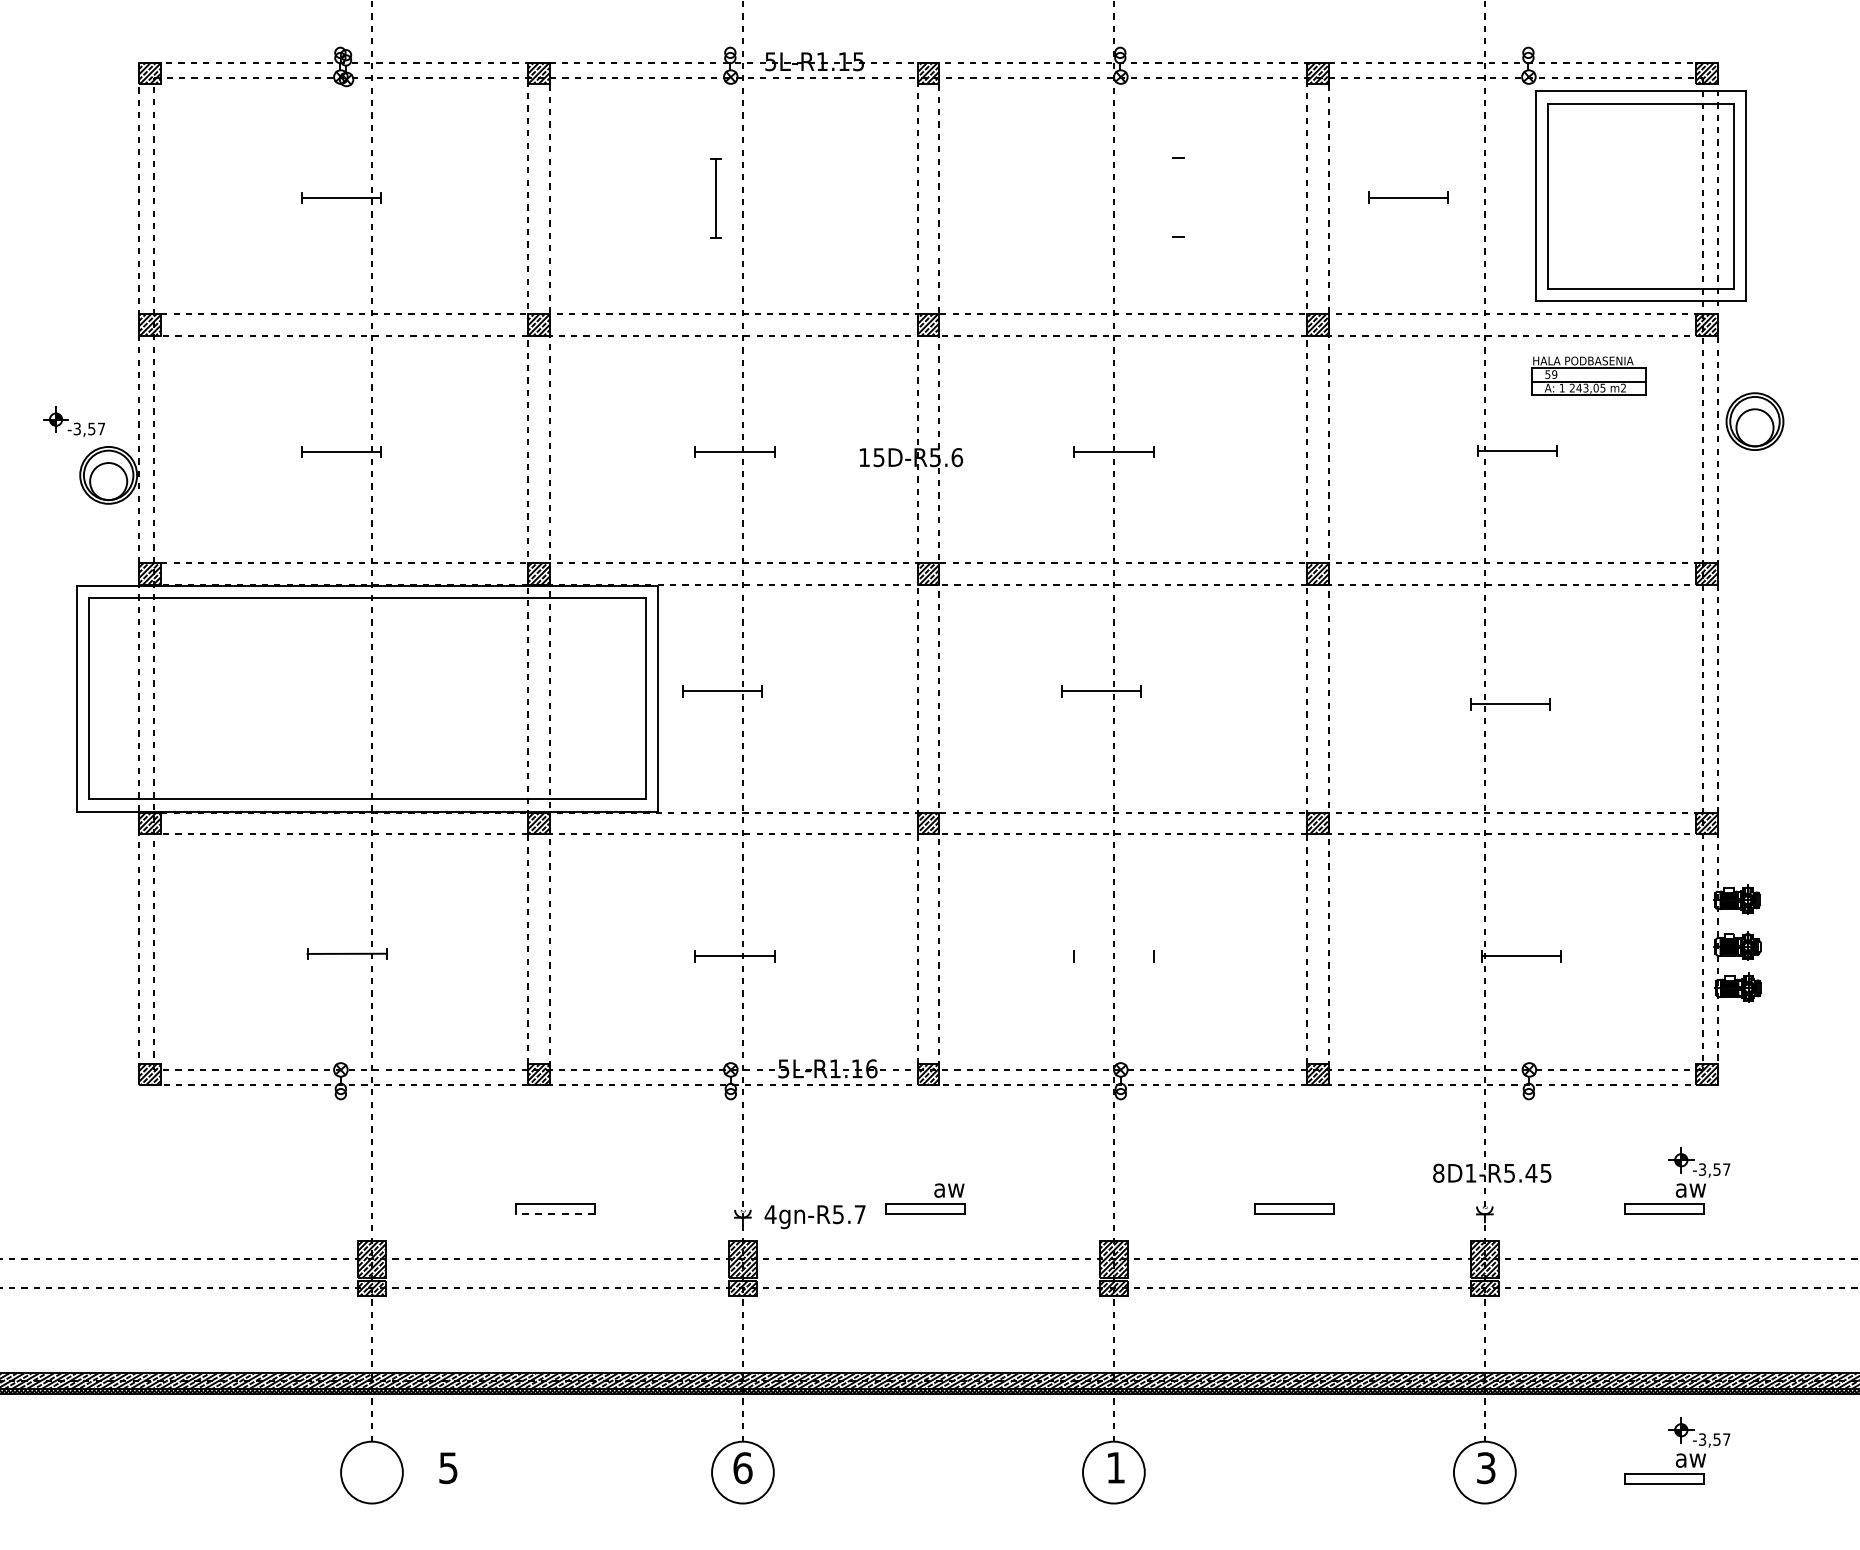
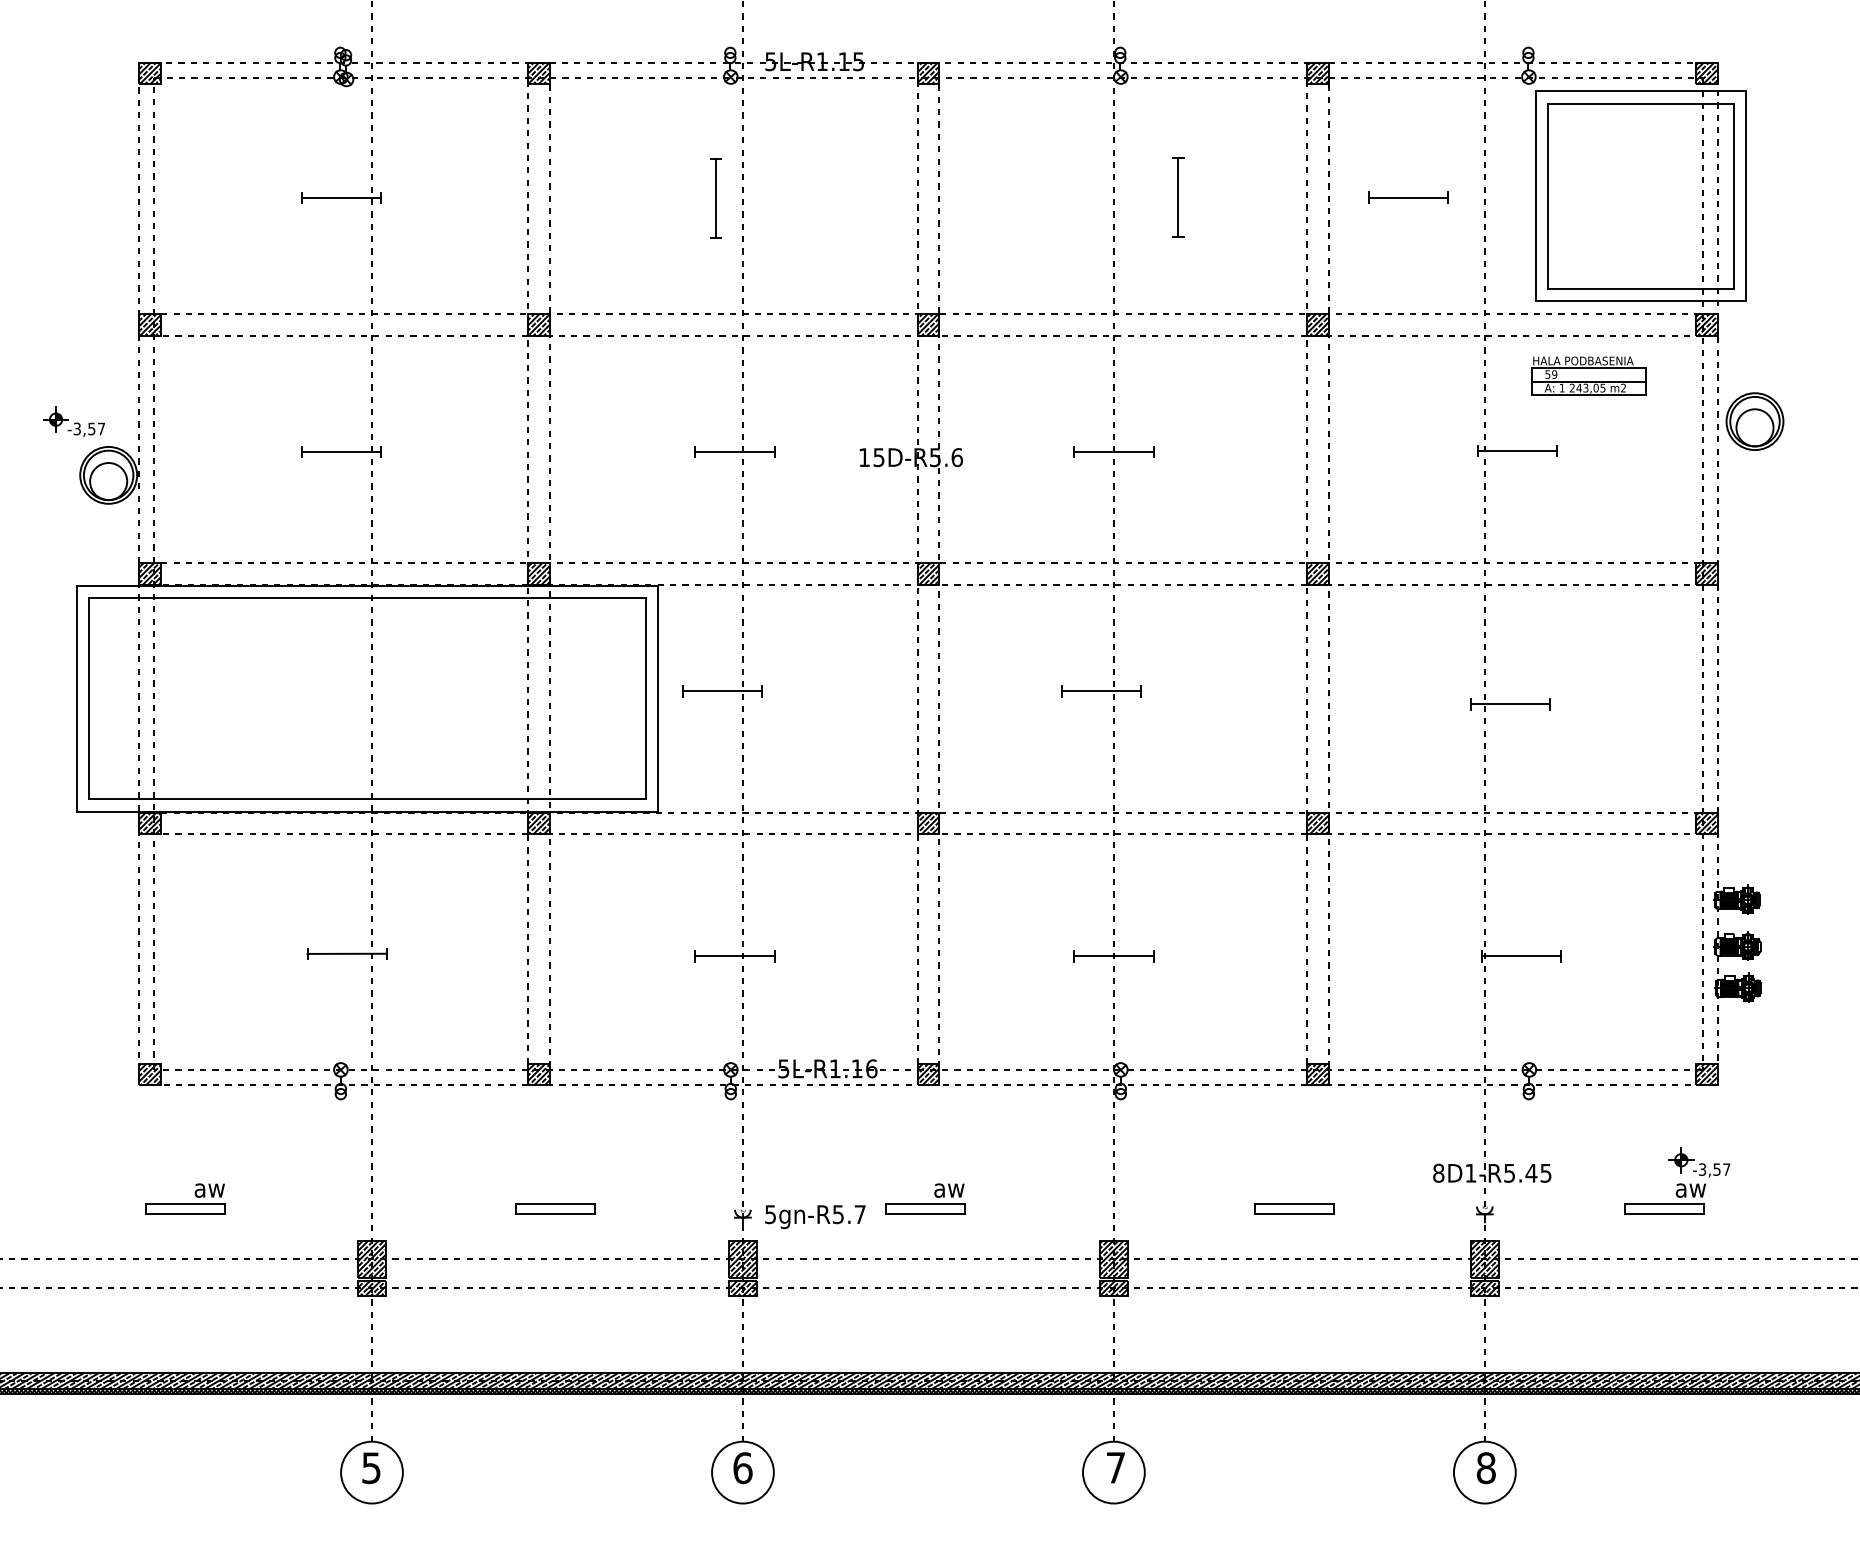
line at (1178, 197): none -> present
line at (1113, 956): none -> present
part at (185, 1198): none -> present
line at (555, 1214): dashed -> solid
text at (770, 1214): 4gn-R5.7 -> 5gn-R5.7
part at (1677, 1450): present -> none
text at (1115, 1467): 1 -> 7
text at (448, 1468) position: (448, 1468) -> (371, 1468)
text at (1485, 1468): 3 -> 8
